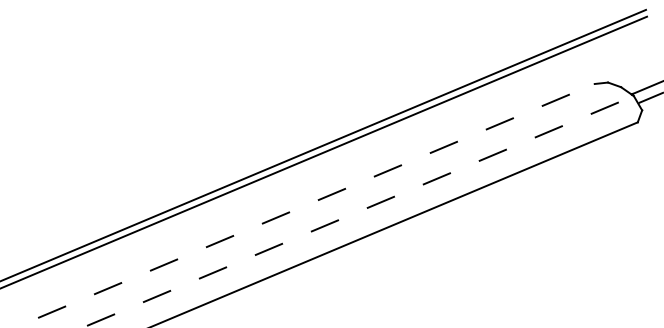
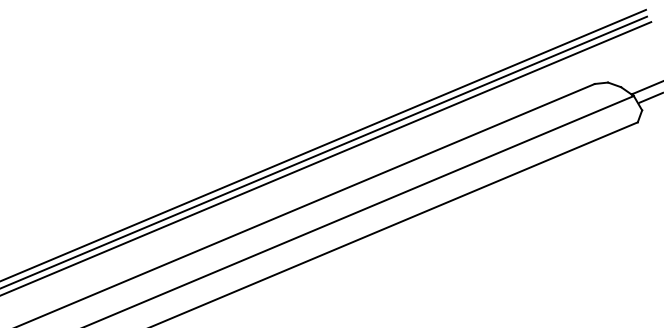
line at (326, 158): none -> present
line at (305, 205): dashed -> solid
line at (358, 211): dashed -> solid
